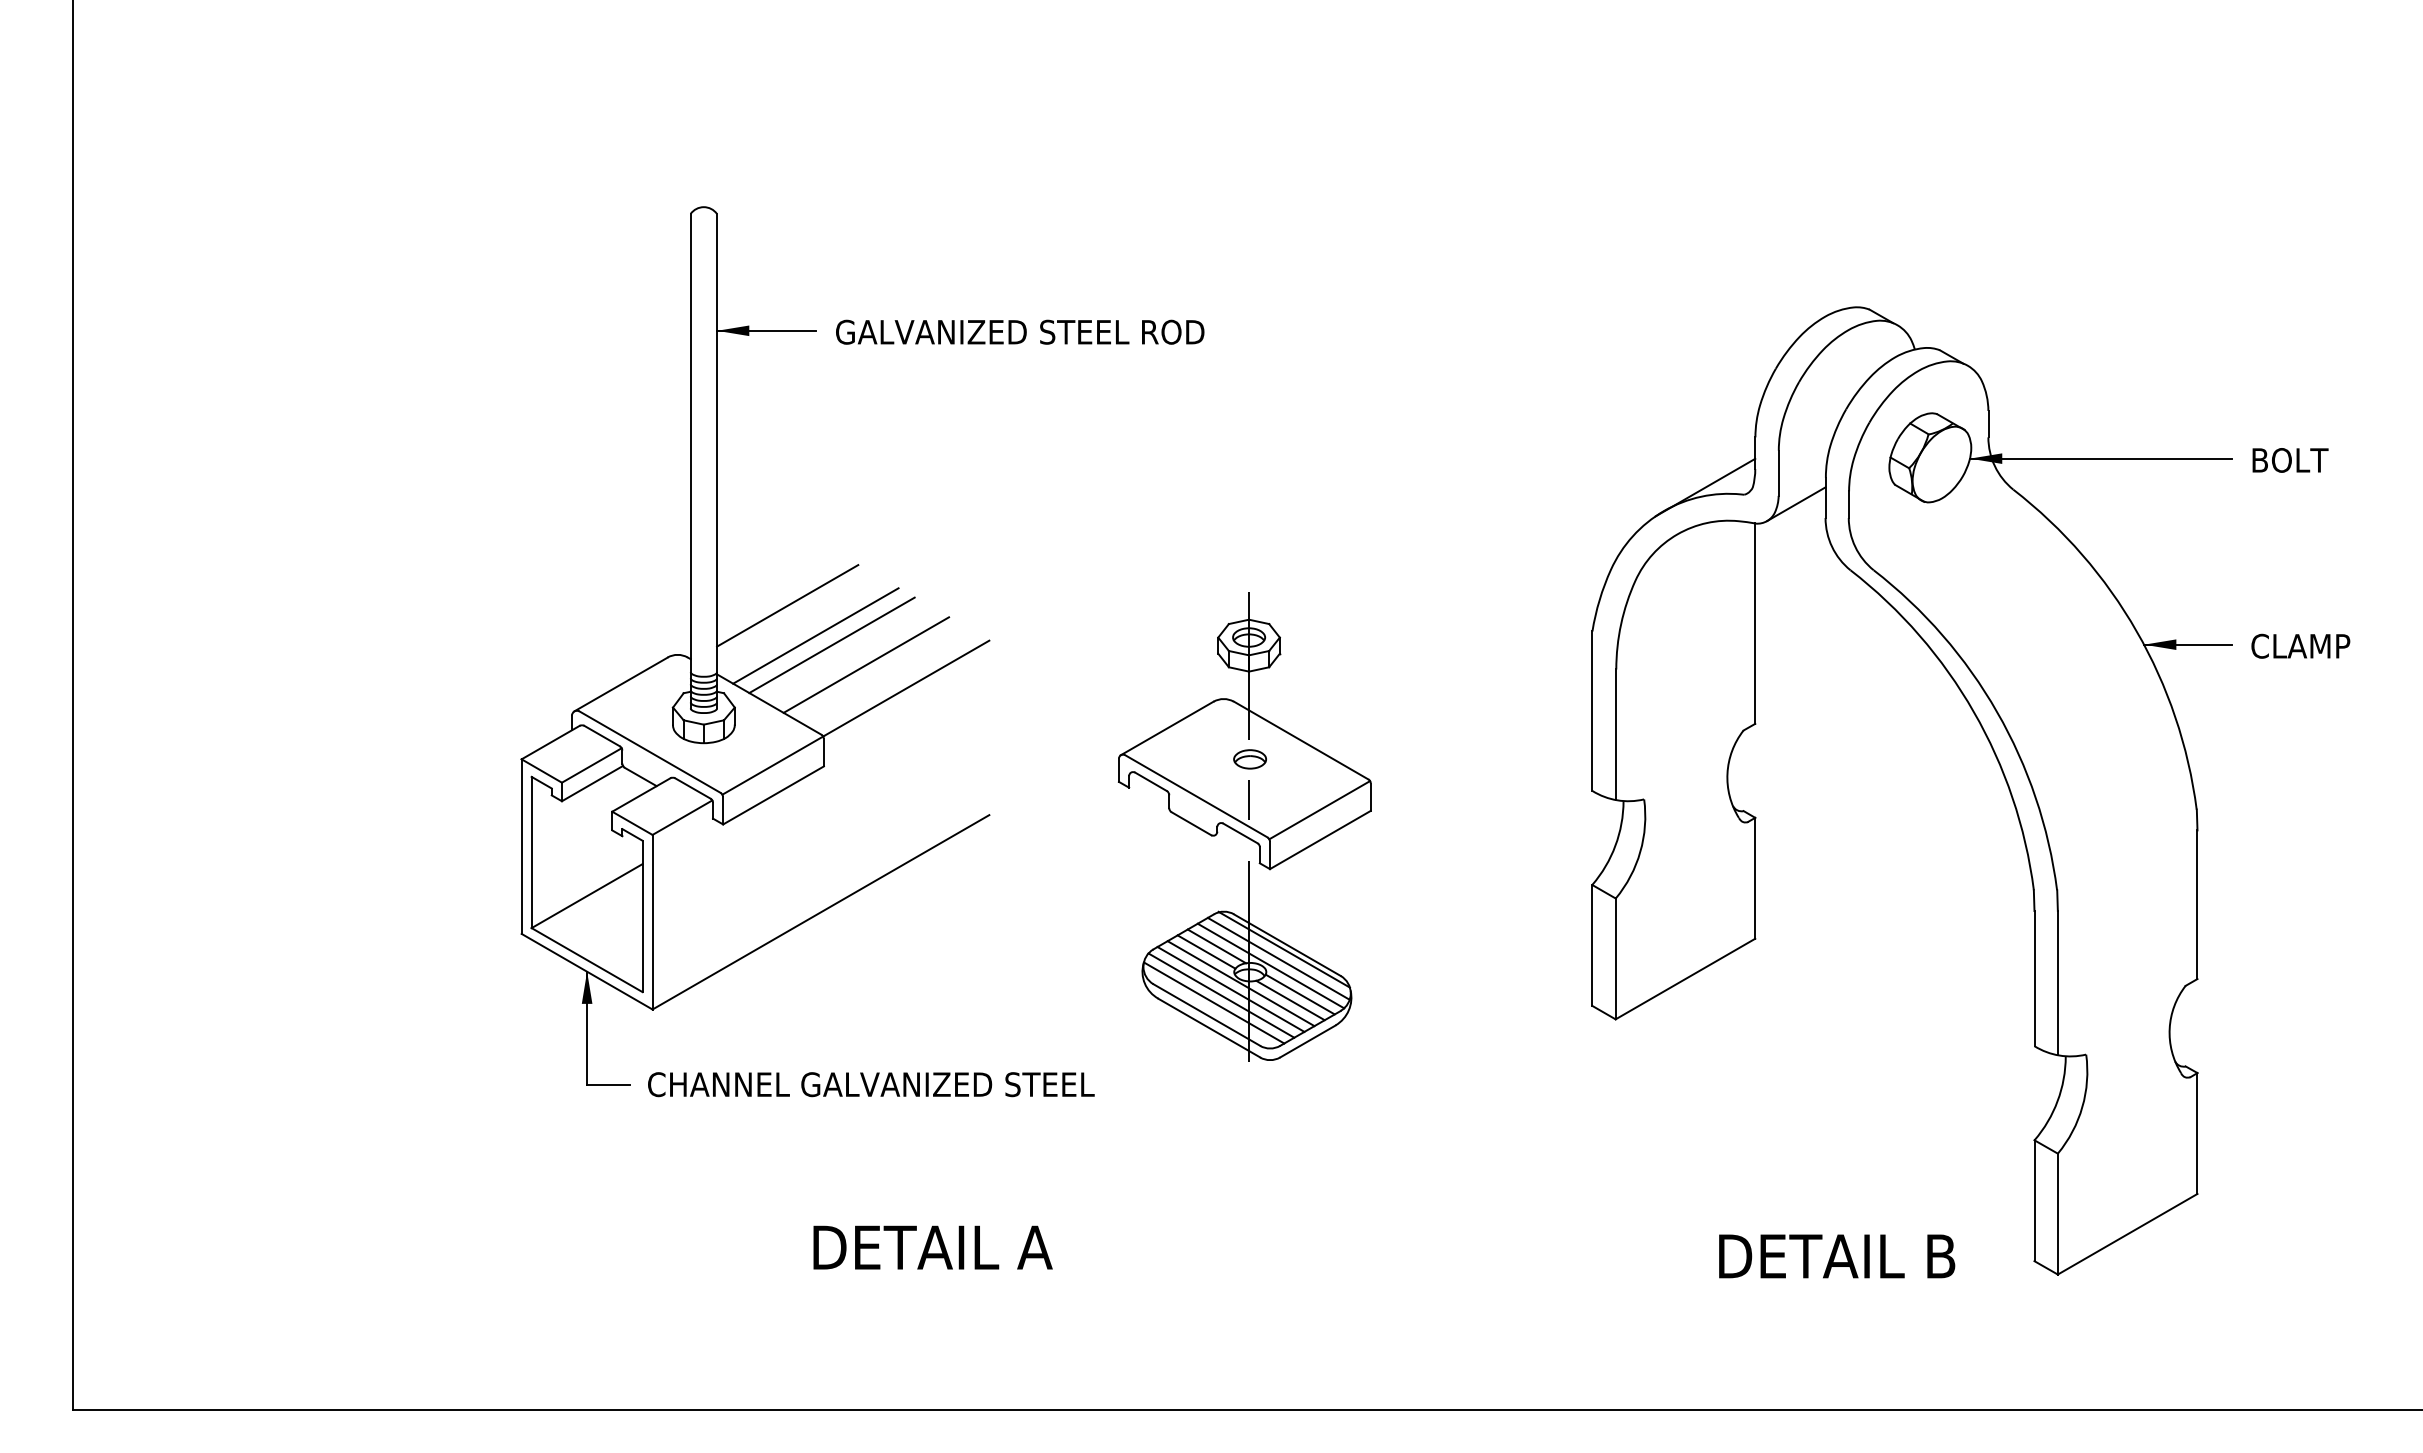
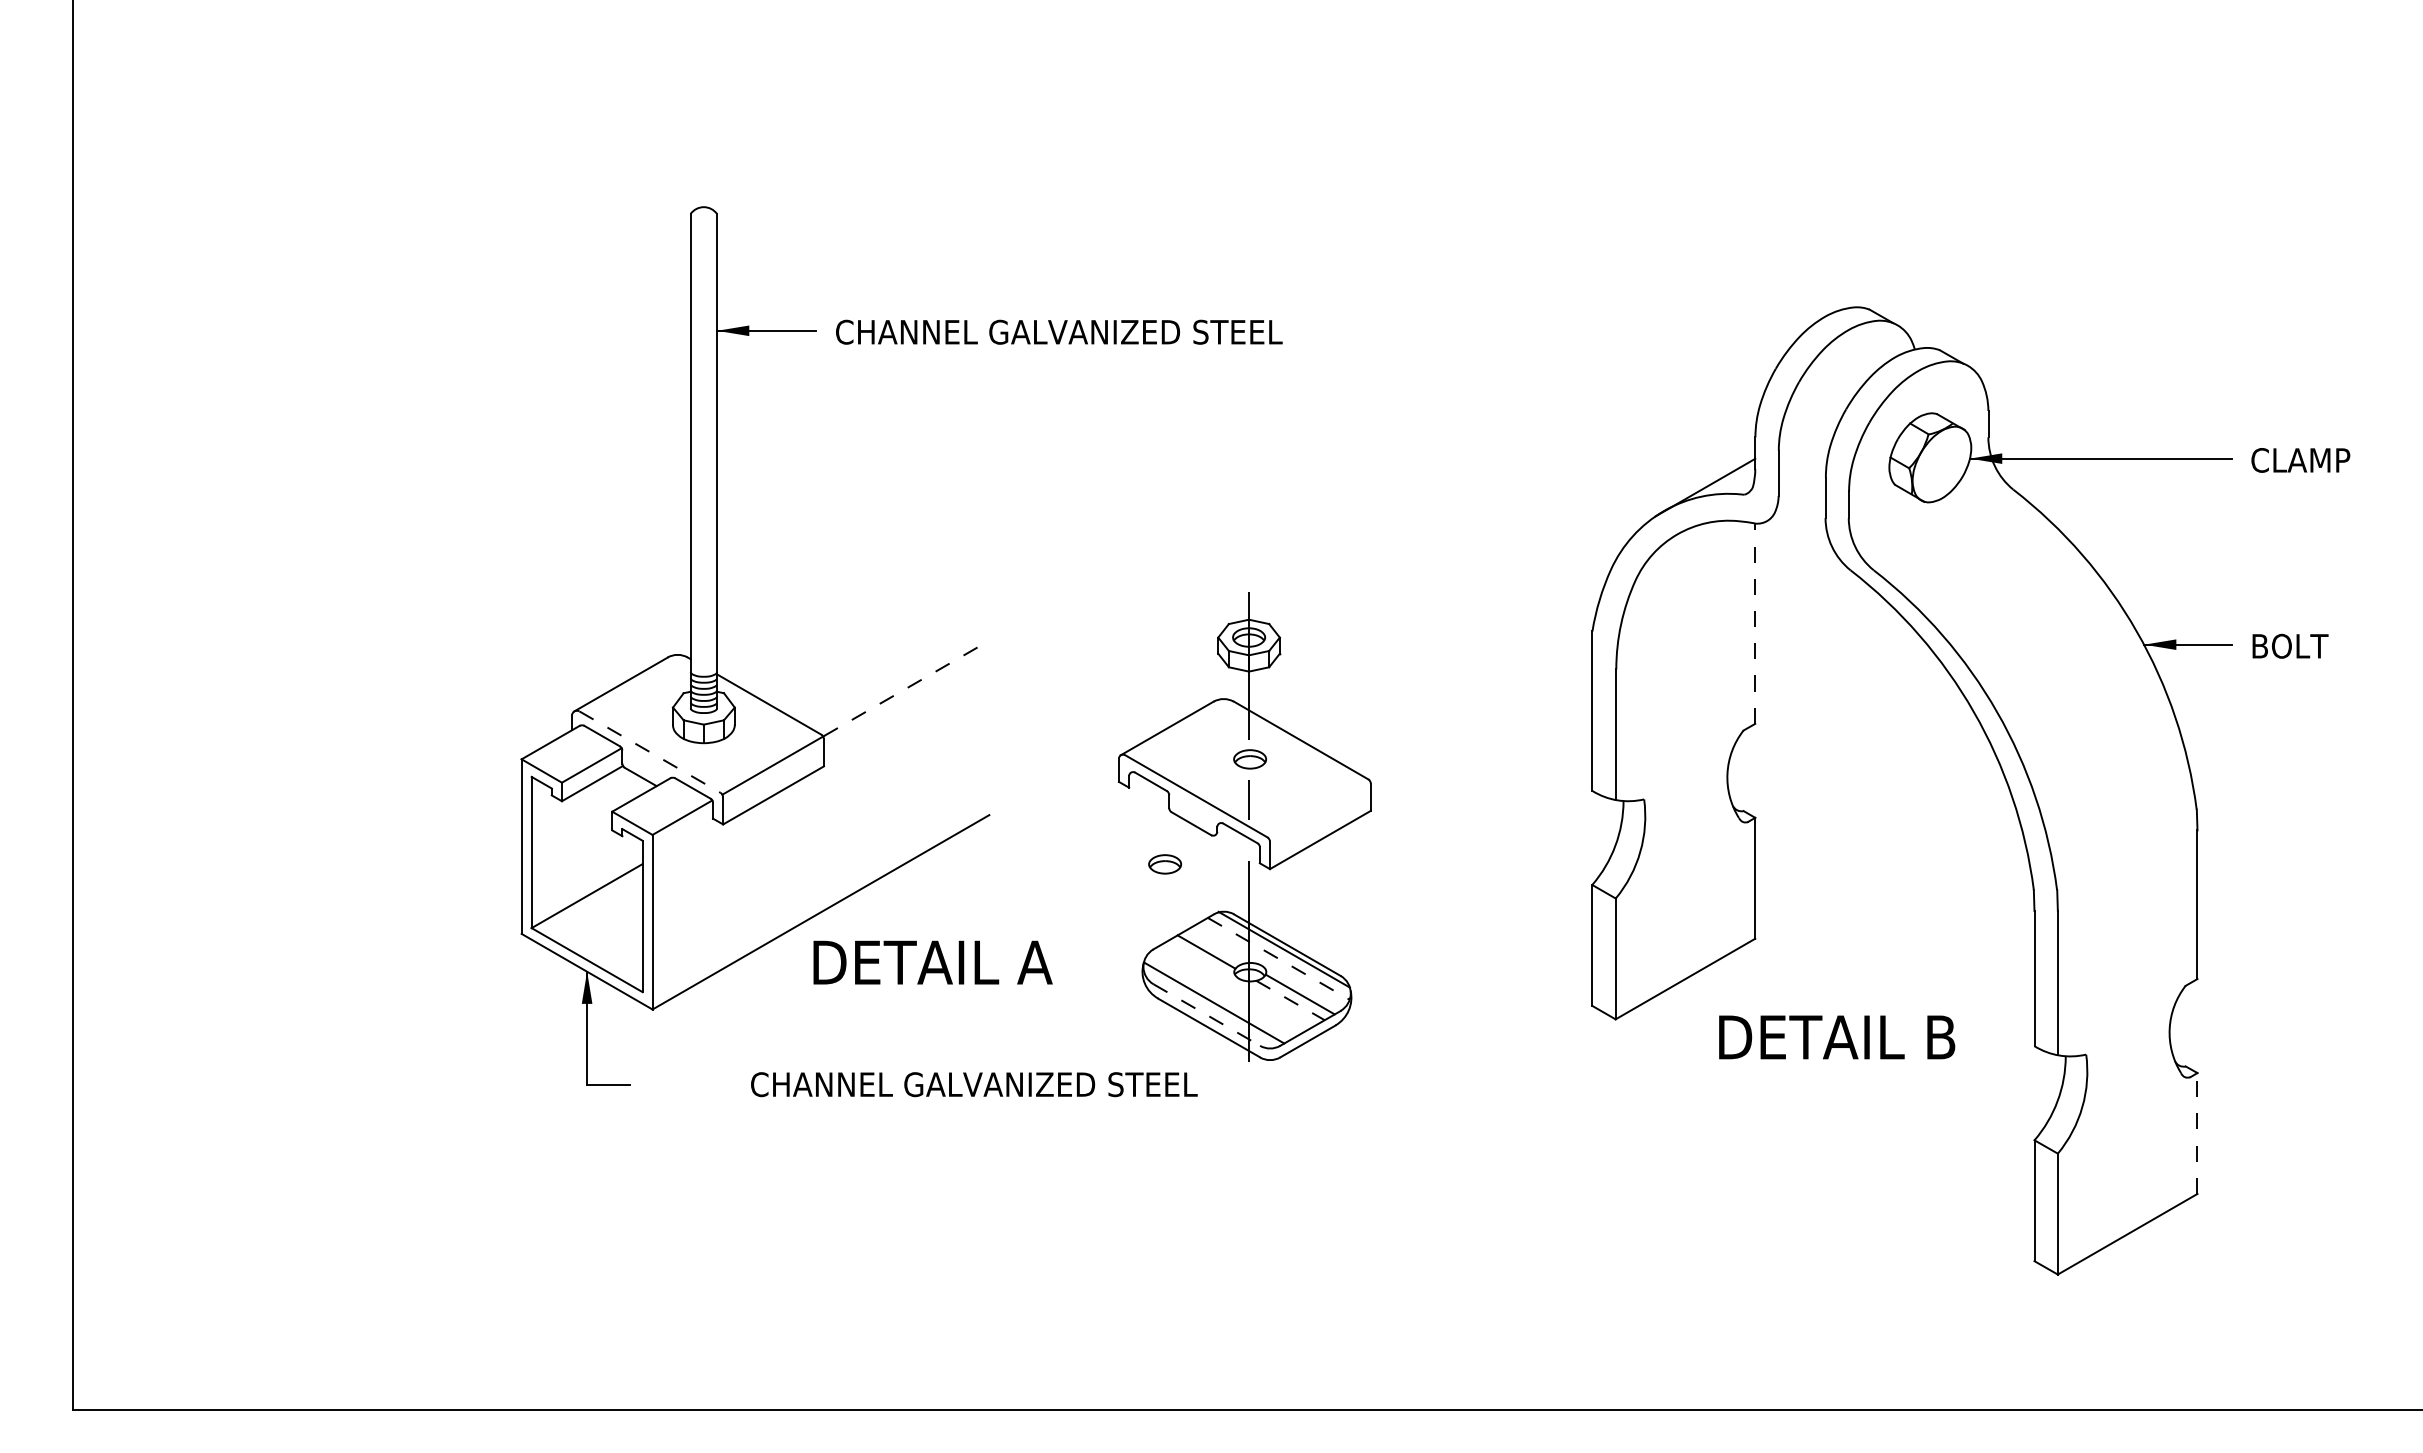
text at (1064, 331): GALVANIZED STEEL ROD -> CHANNEL GALVANIZED STEEL
text at (2300, 460): BOLT -> CLAMP
line at (1796, 504): present -> none
line at (787, 605): present -> none
line at (1755, 623): solid -> dashed
line at (815, 635): present -> none
line at (831, 645): present -> none
text at (2300, 645): CLAMP -> BOLT
line at (866, 664): present -> none
line at (907, 688): solid -> dashed
line at (650, 752): solid -> dashed
line at (1319, 810): present -> none
part at (1164, 864): none -> present
line at (1216, 946): present -> none
line at (1278, 958): solid -> dashed
line at (1270, 965): present -> none
line at (1240, 983): present -> none
line at (1230, 988): present -> none
line at (1221, 995): present -> none
line at (1290, 1000): solid -> dashed
line at (1206, 1015): solid -> dashed
text at (871, 1084) position: (871, 1084) -> (974, 1084)
line at (2197, 1133): solid -> dashed
text at (932, 1247) position: (932, 1247) -> (932, 962)
text at (1837, 1256) position: (1837, 1256) -> (1837, 1037)
